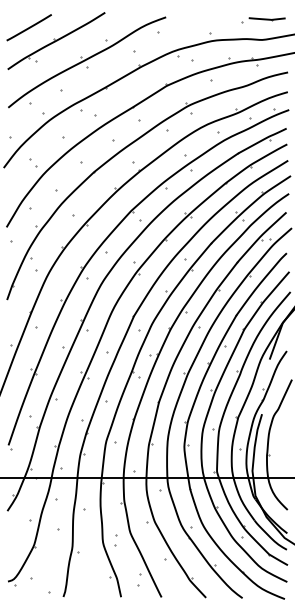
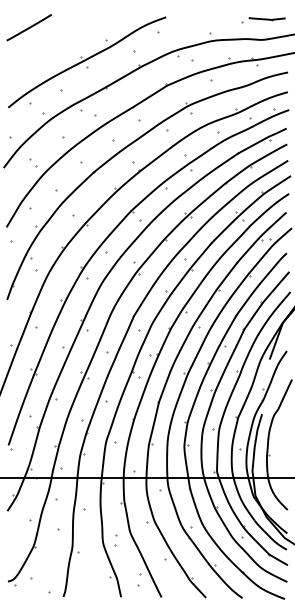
part at (56, 41): present -> none
